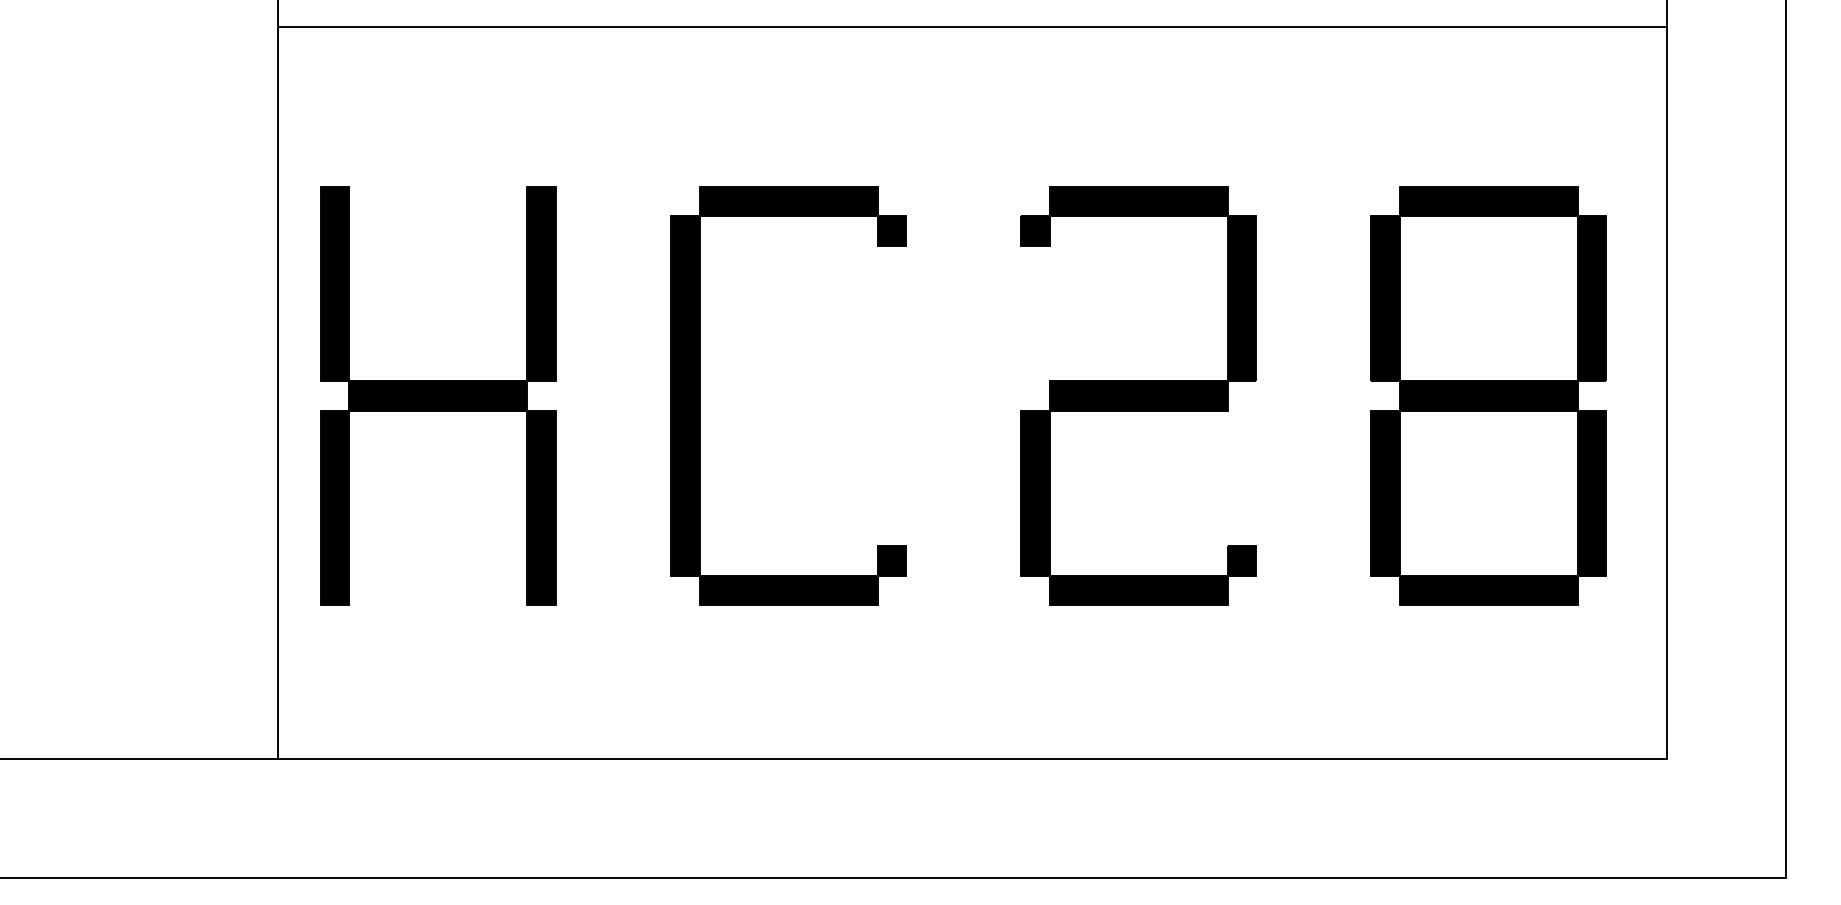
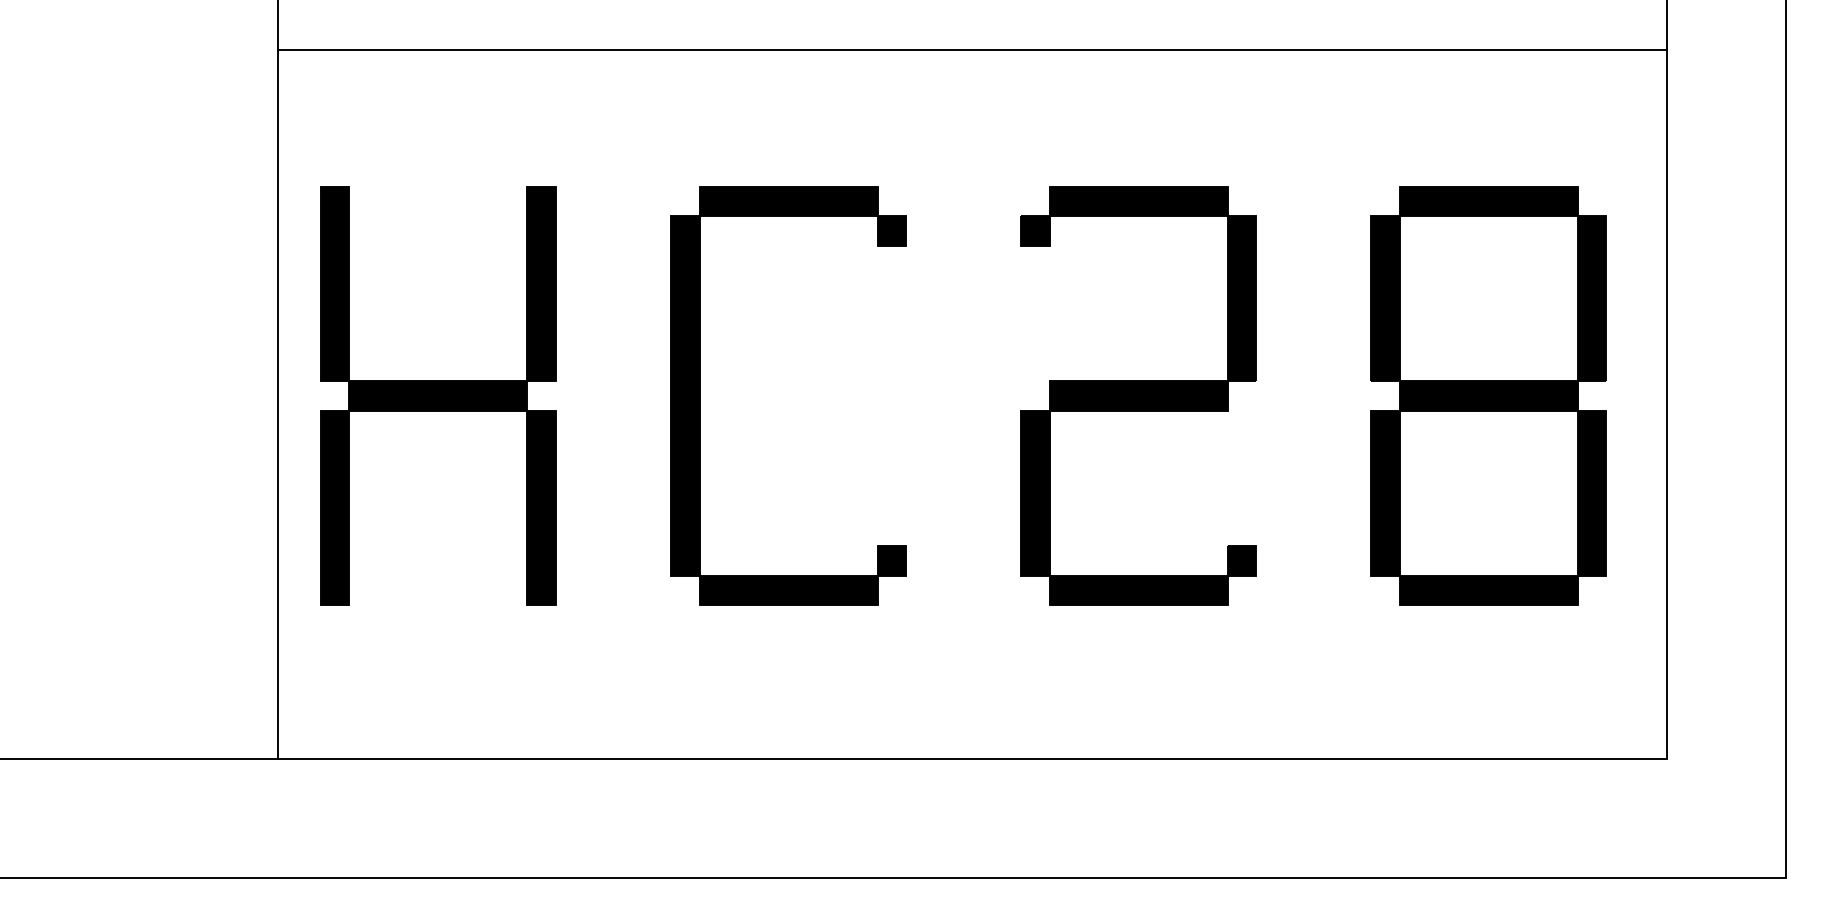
line at (972, 27) position: (972, 27) -> (972, 50)
